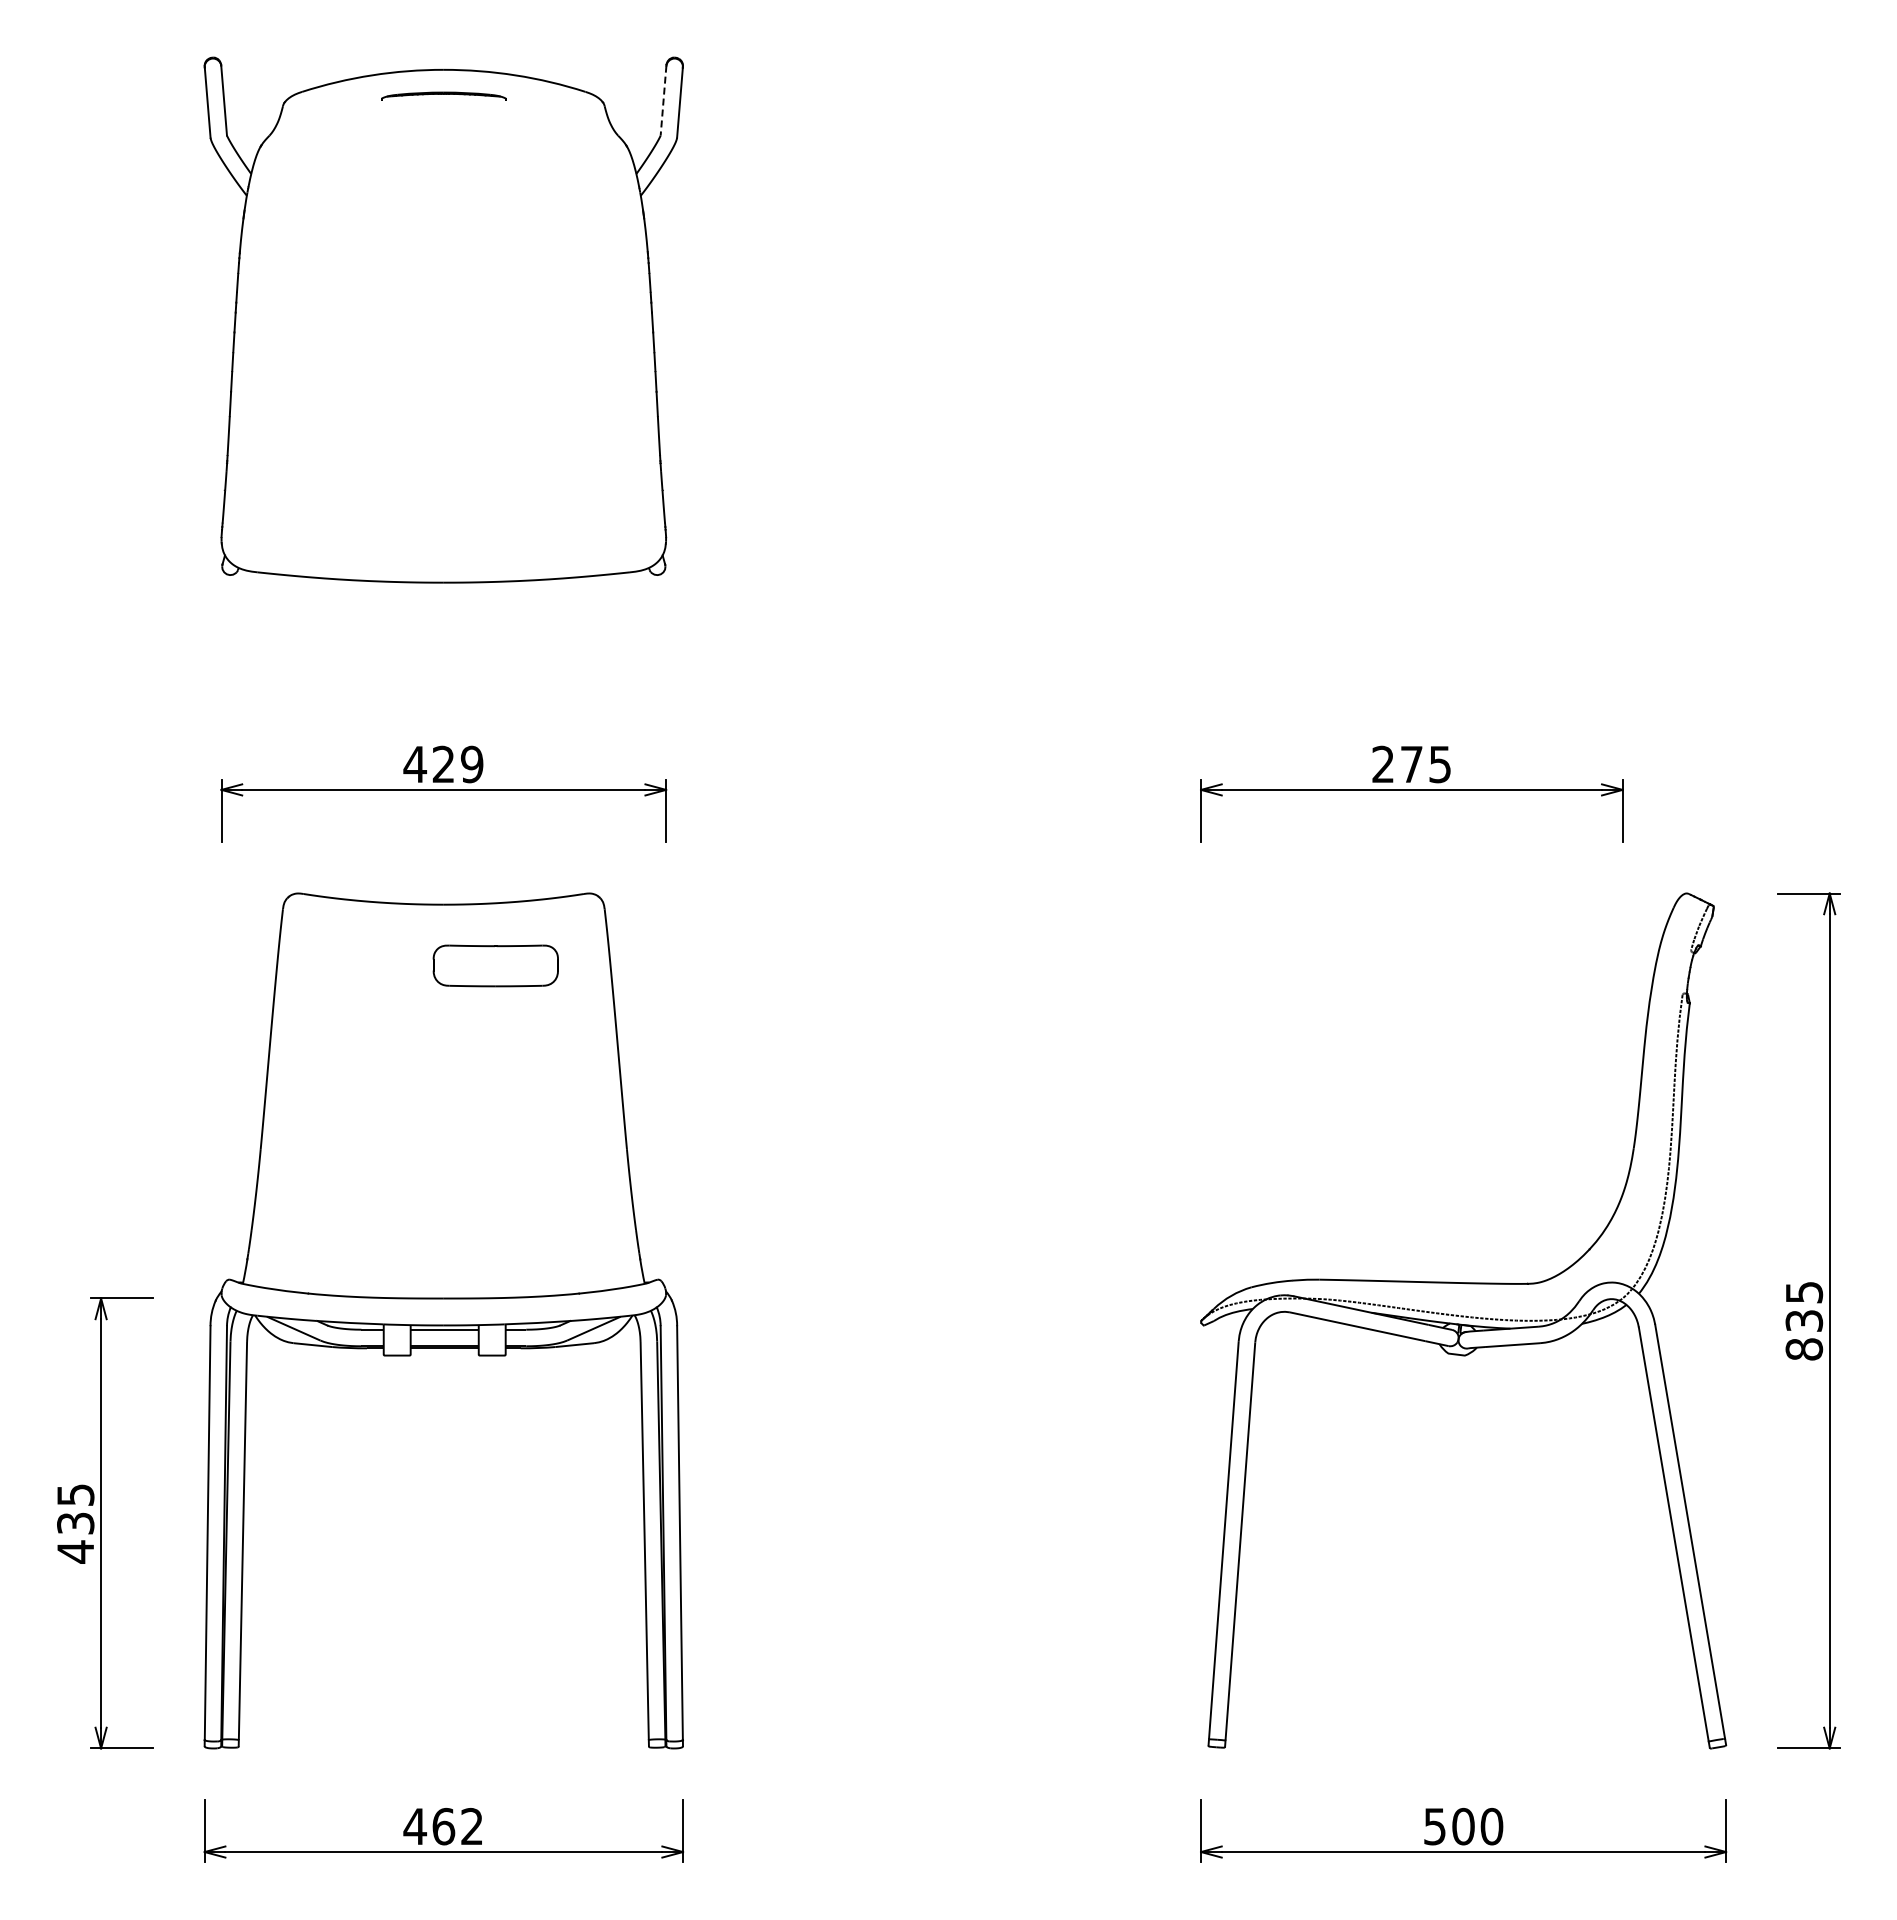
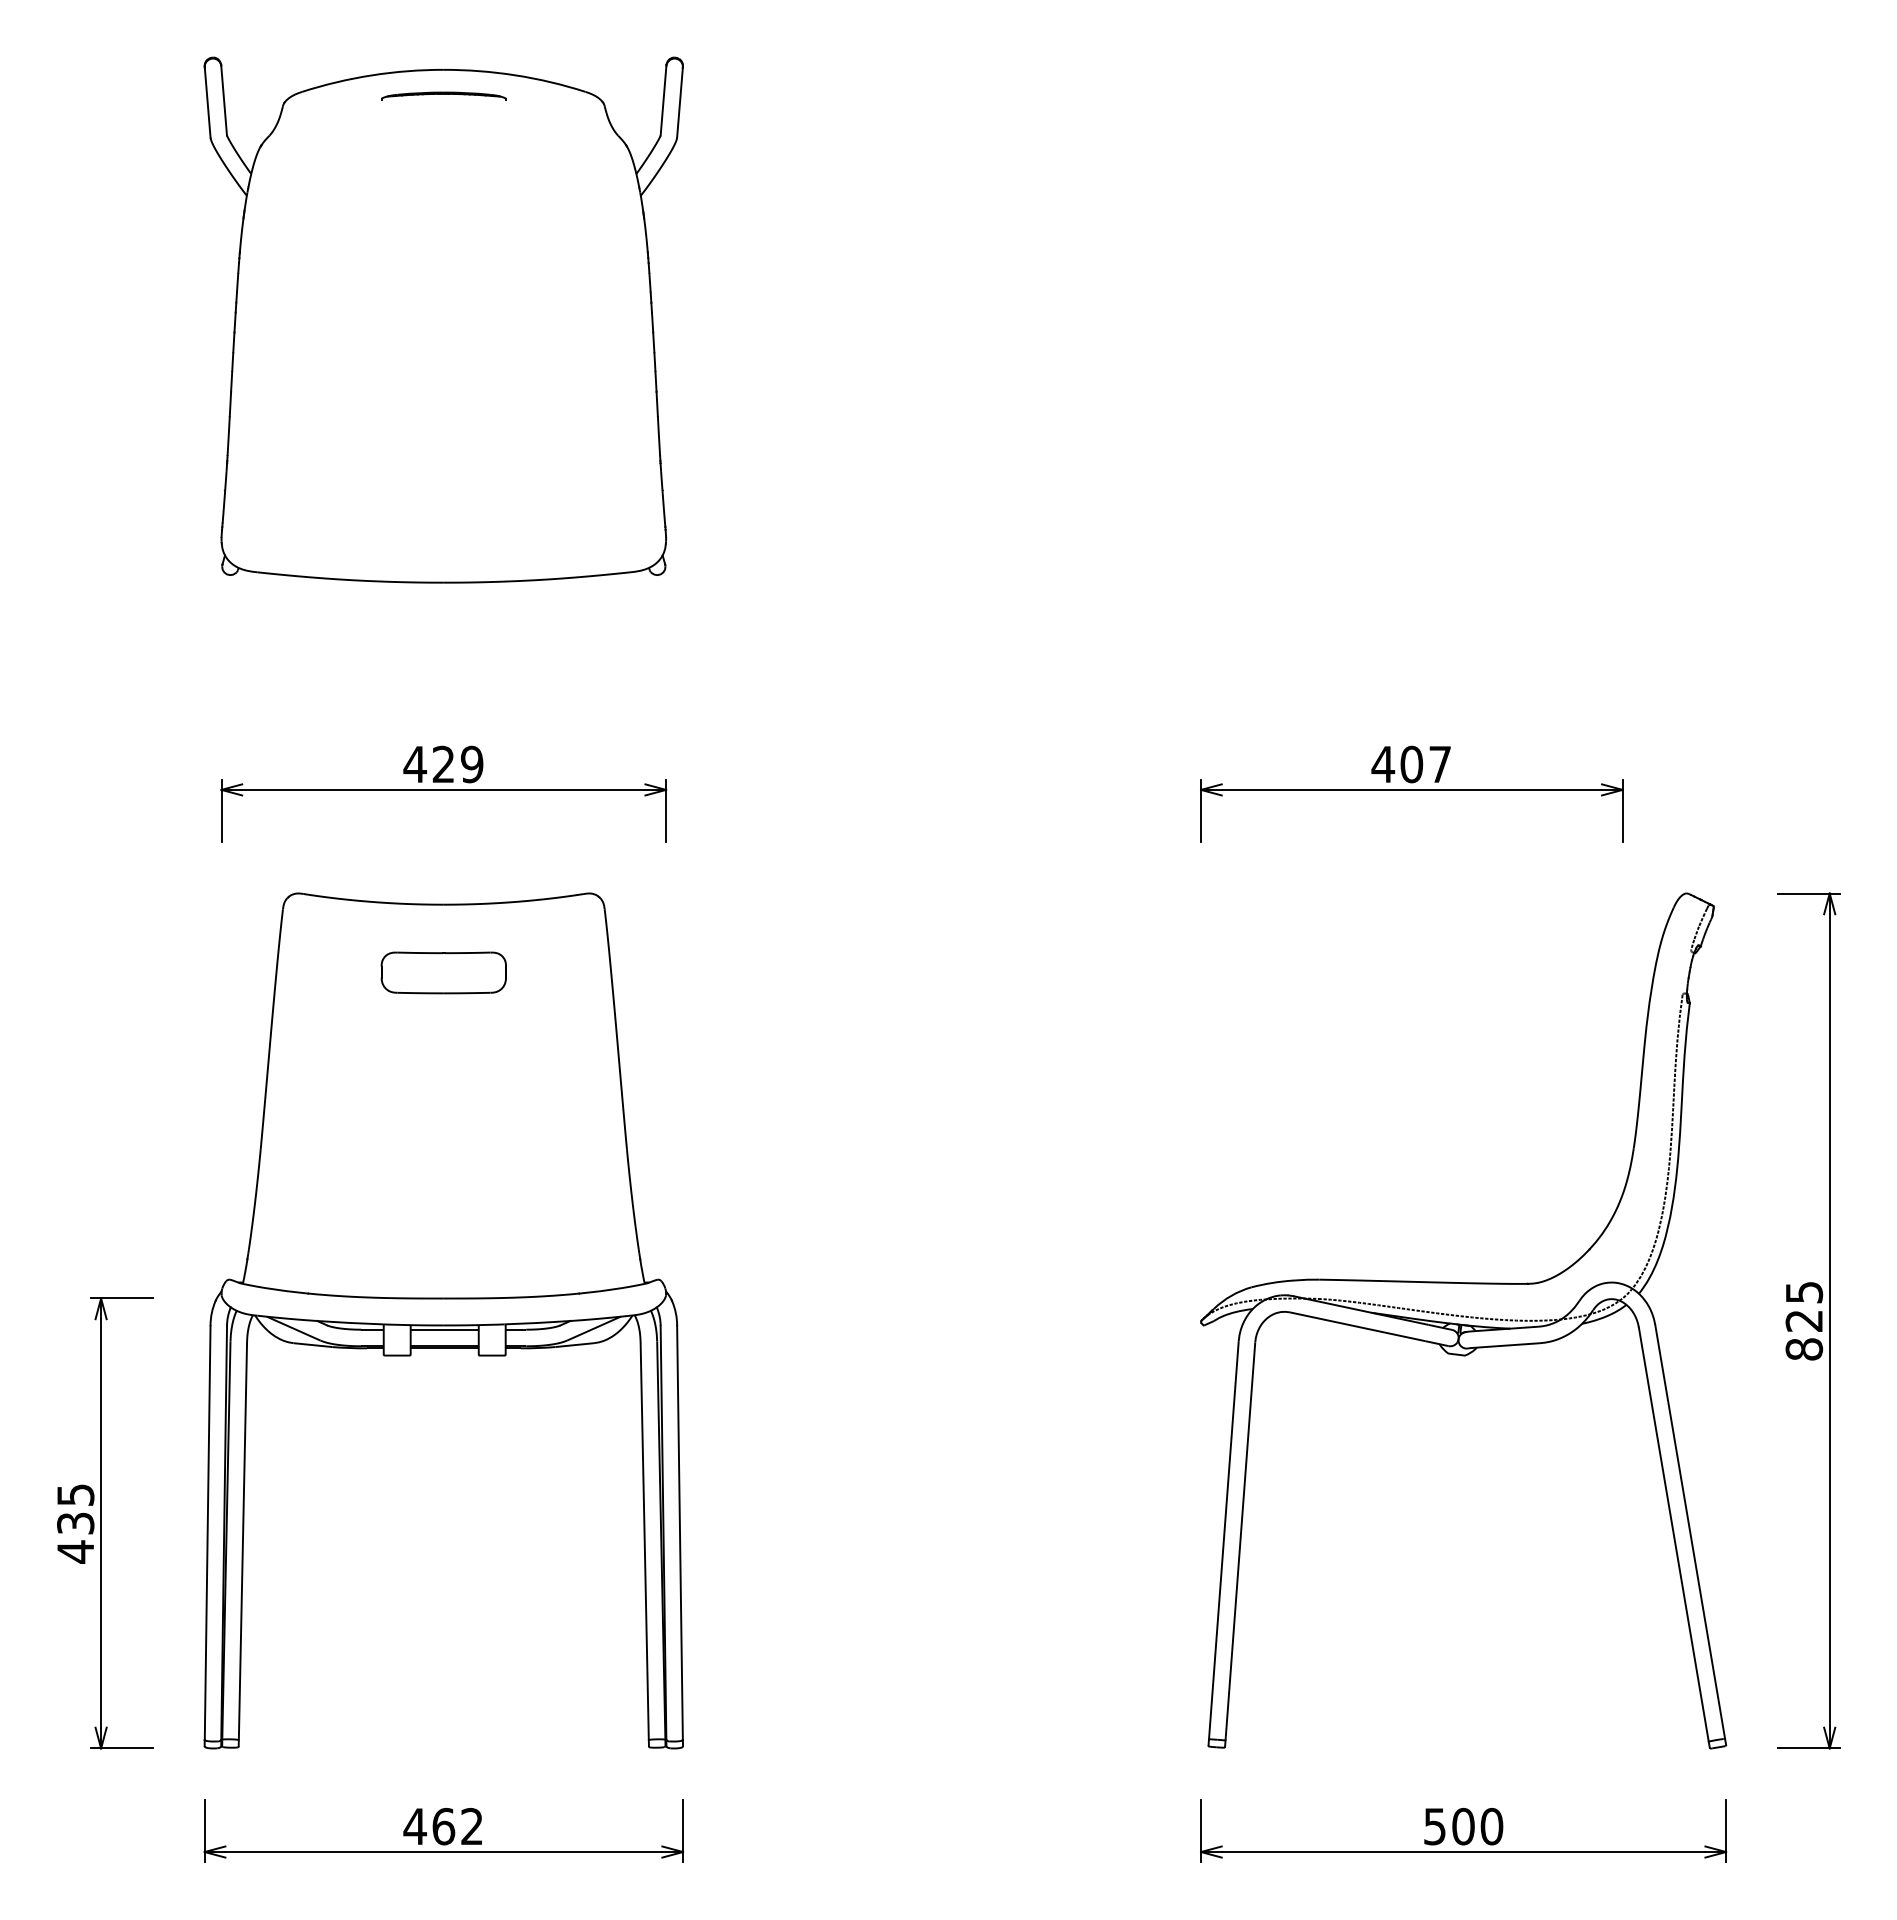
line at (663, 101): dashed -> solid
text at (1410, 764): 275 -> 407
part at (495, 965) position: (495, 965) -> (443, 972)
text at (1804, 1320): 835 -> 825
